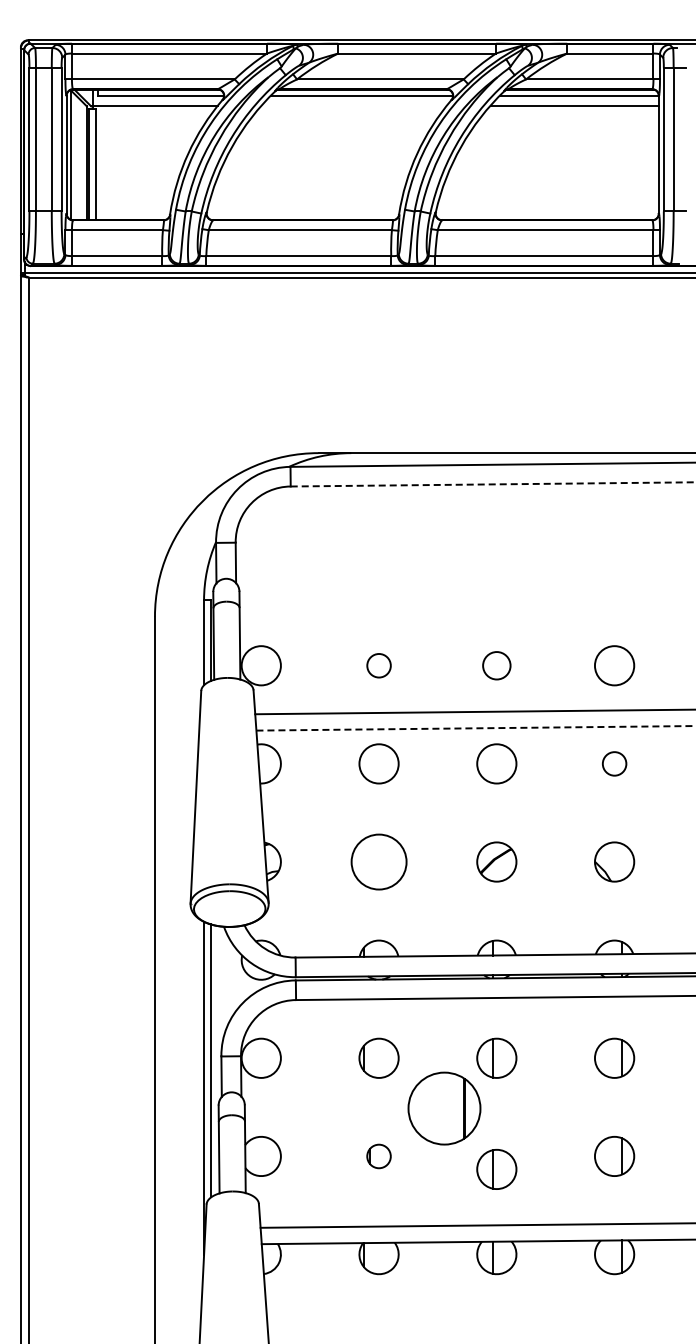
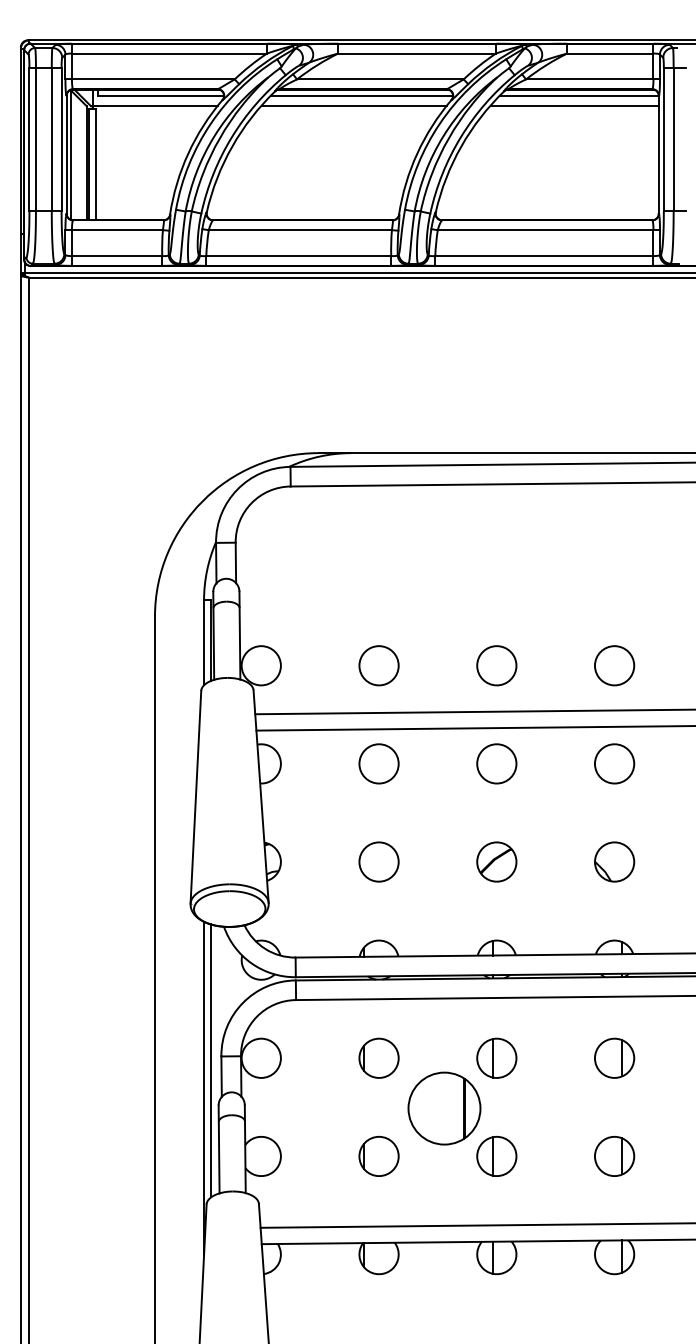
line at (353, 106): none -> present
line at (493, 484): dashed -> solid
circle at (378, 665) diameter: 24 px -> 39 px
circle at (496, 665) diameter: 27 px -> 39 px
line at (476, 728): dashed -> solid
circle at (614, 763) diameter: 24 px -> 39 px
circle at (378, 861) size: 58x58 px -> 42x42 px
part at (378, 1156) size: 26x27 px -> 42x41 px
part at (496, 1169) position: (496, 1169) -> (496, 1156)
